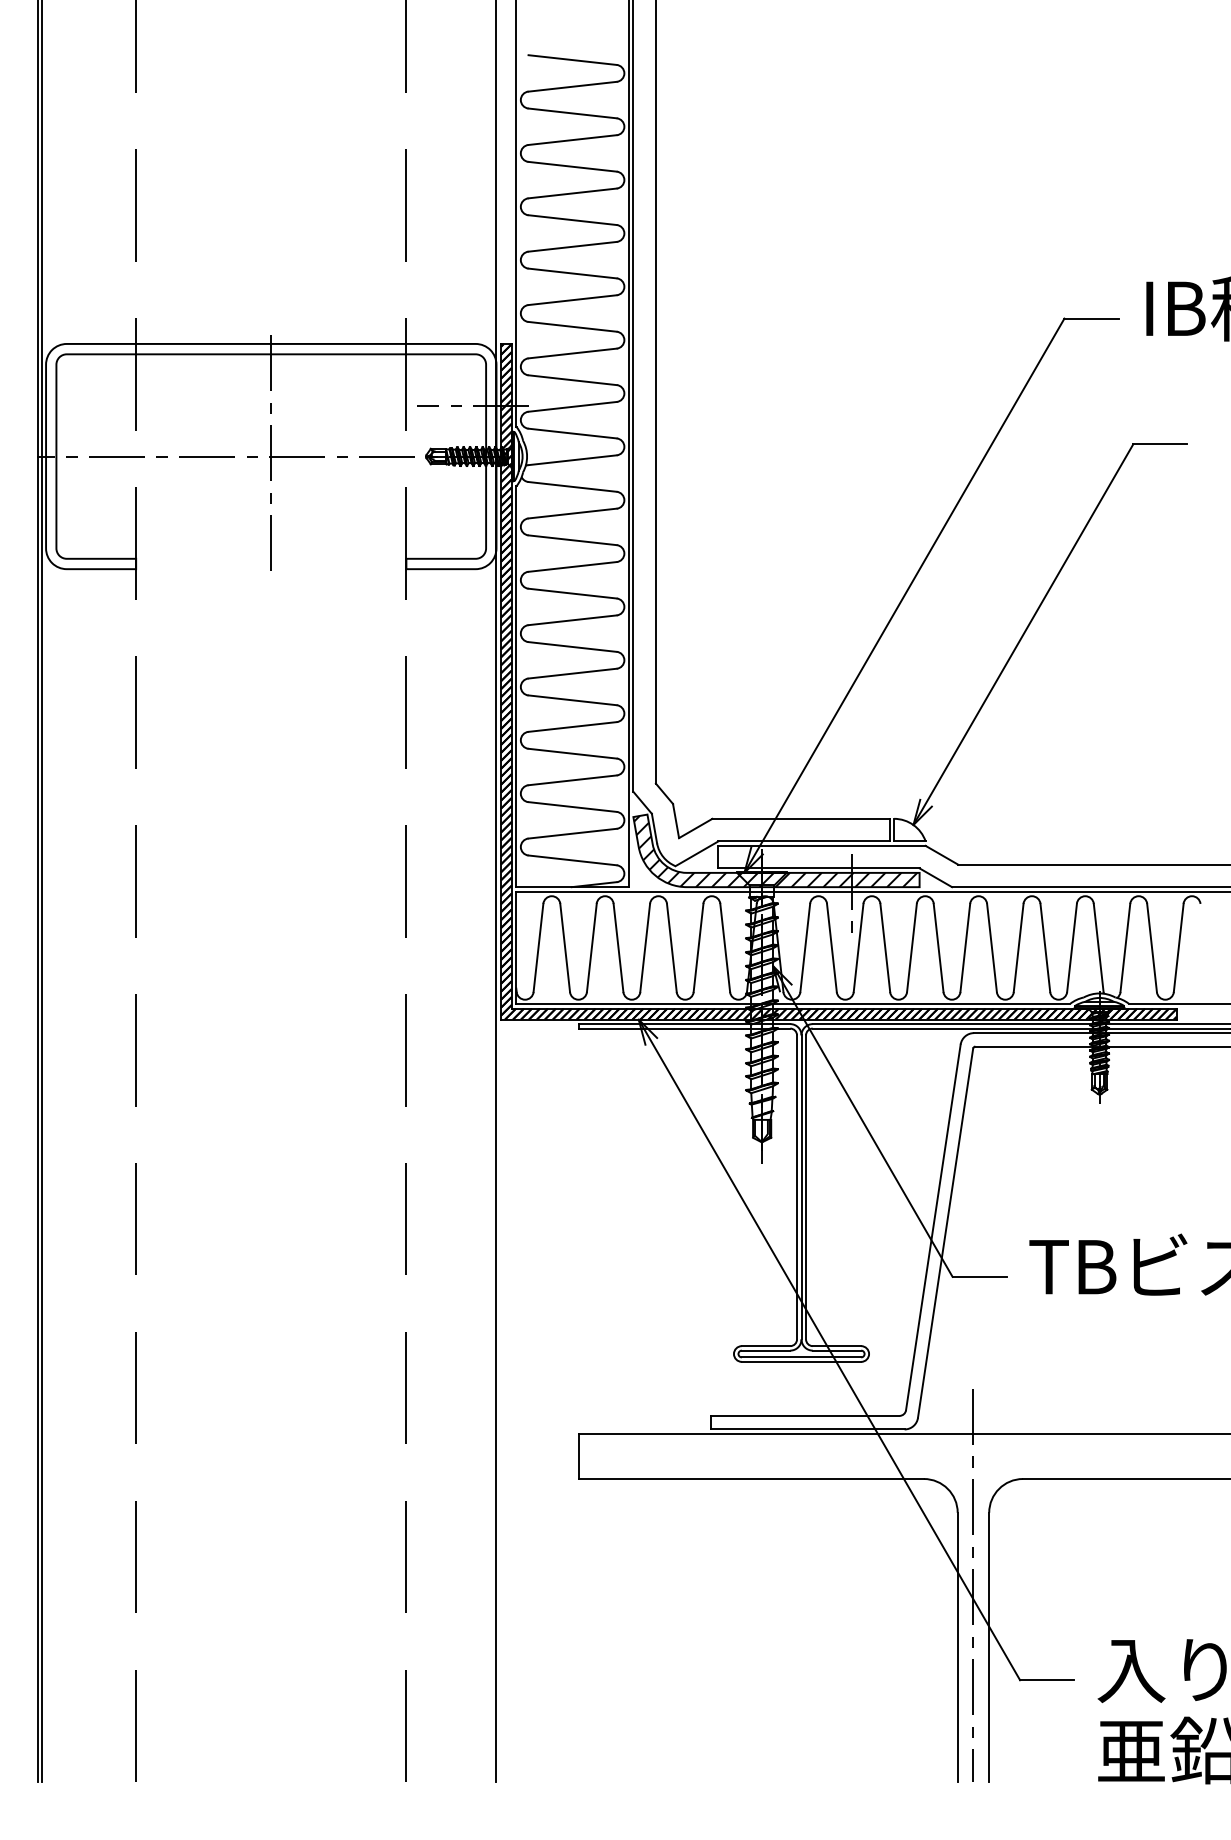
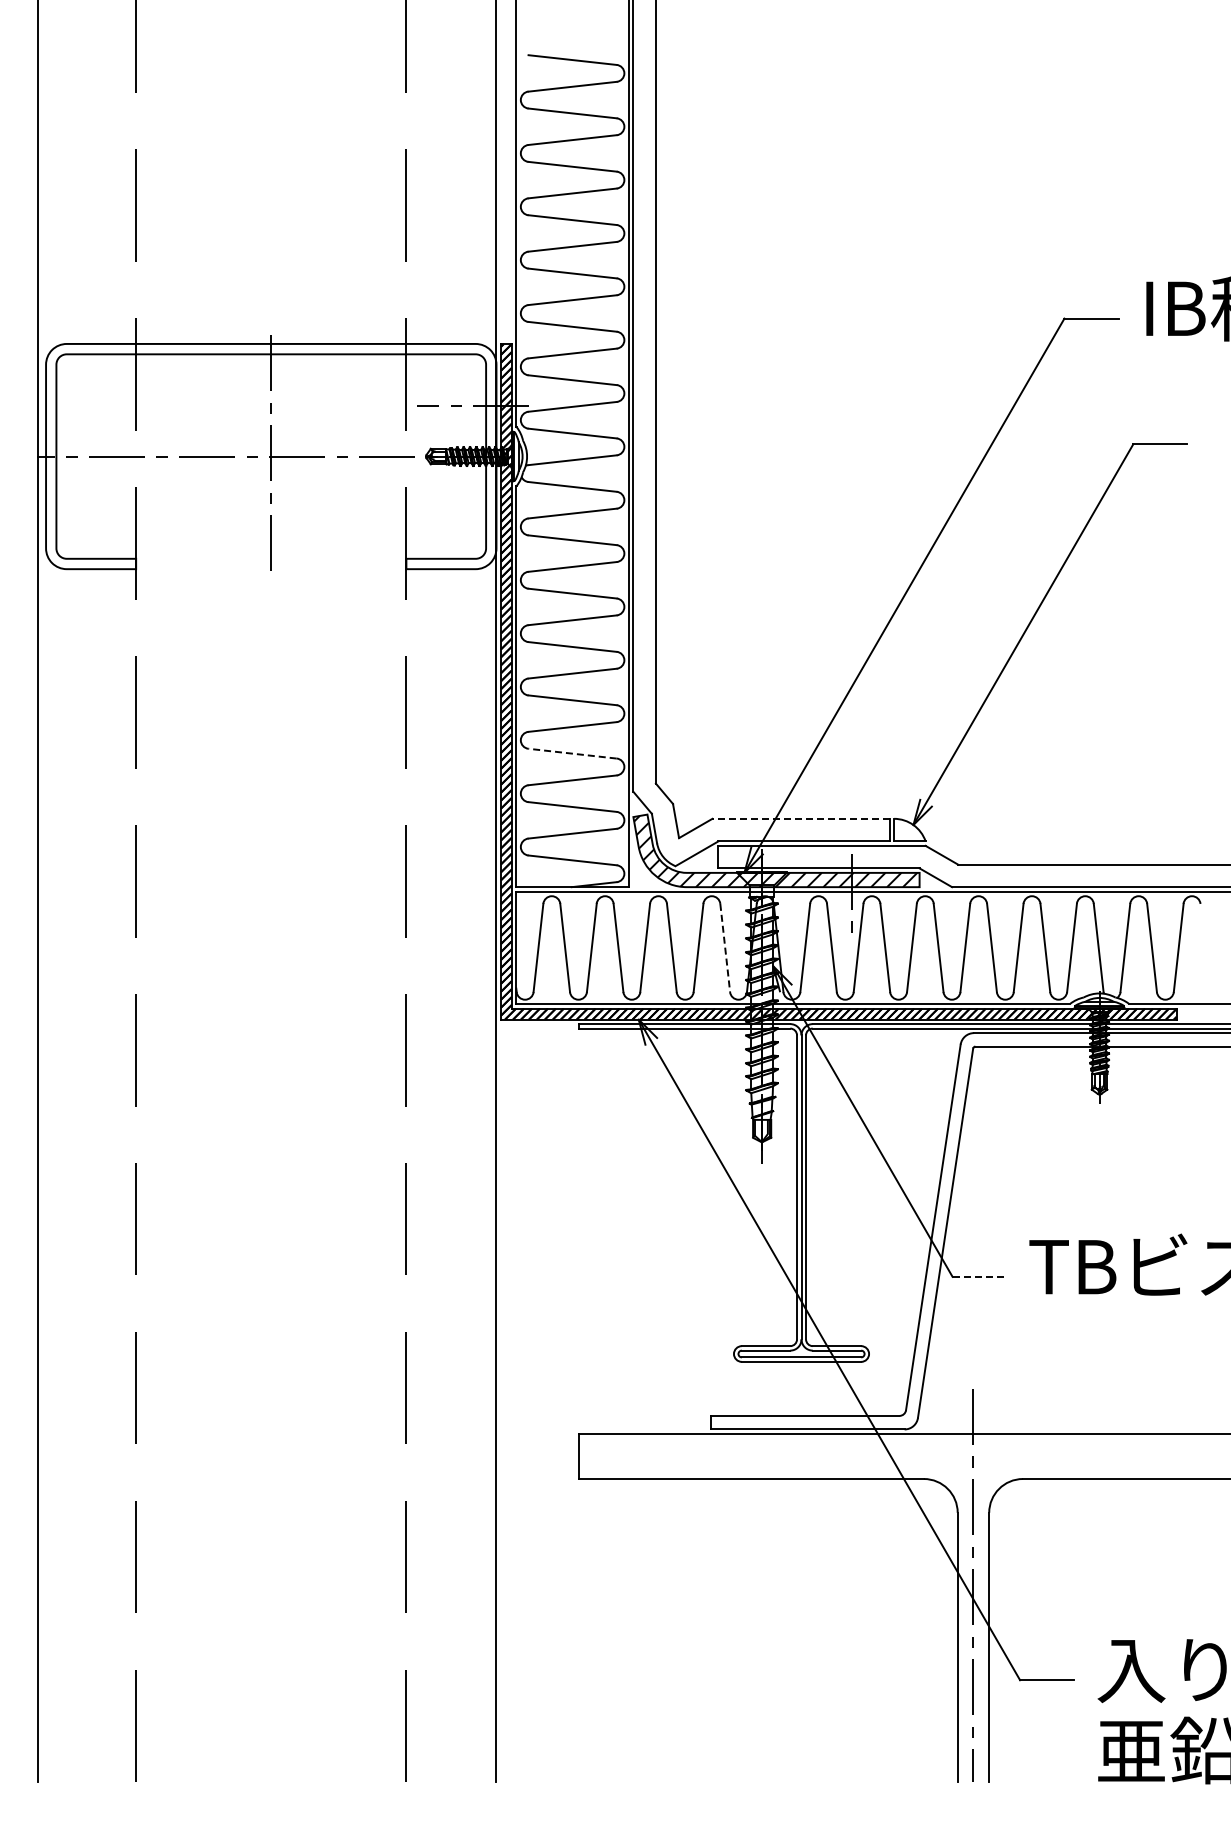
line at (572, 753): solid -> dashed
line at (801, 818): solid -> dashed
line at (41, 892): present -> none
line at (725, 948): solid -> dashed
line at (980, 1276): solid -> dashed
